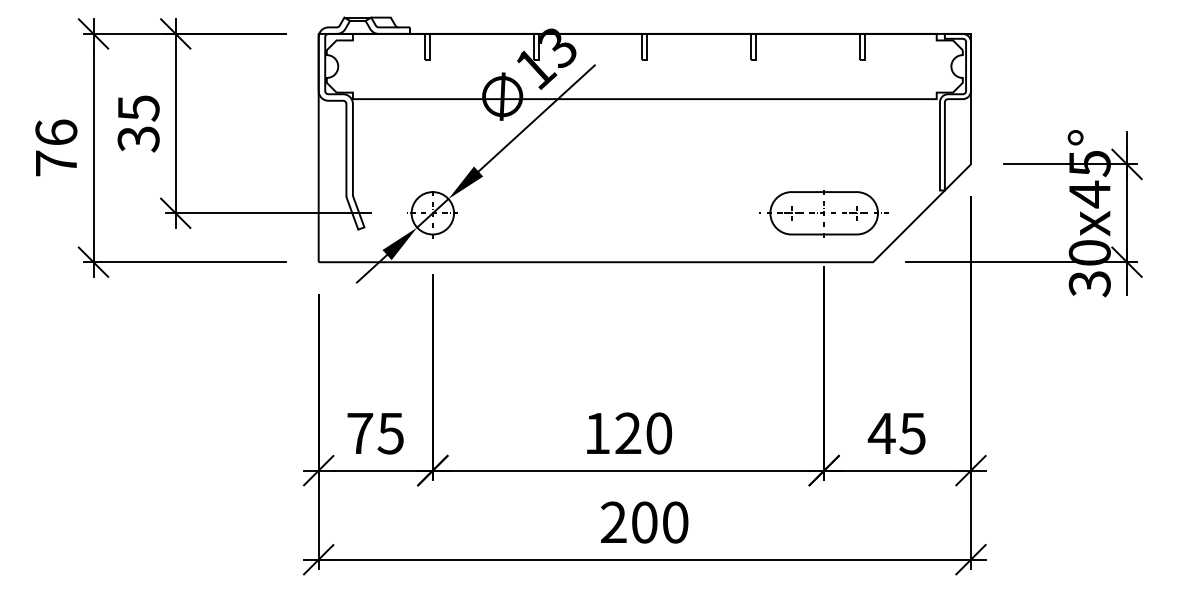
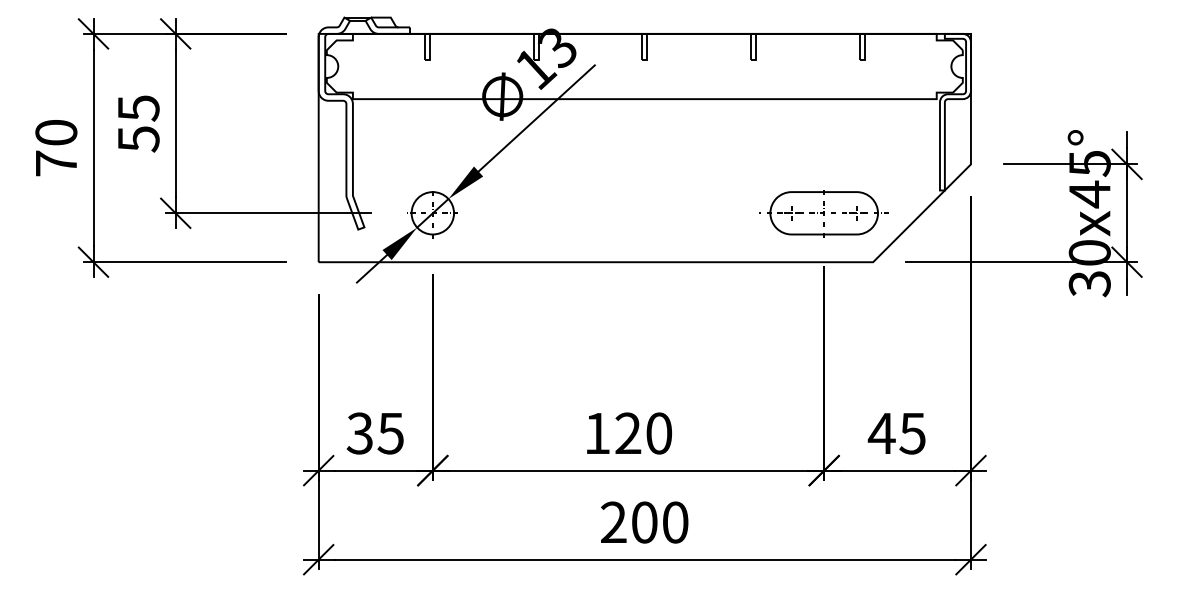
text at (56, 132): 76 -> 70
text at (138, 139): 35 -> 55
text at (359, 433): 75 -> 35
